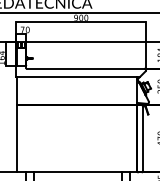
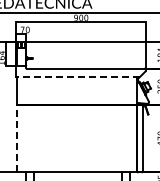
line at (78, 77): solid -> dashed
line at (16, 138): solid -> dashed
